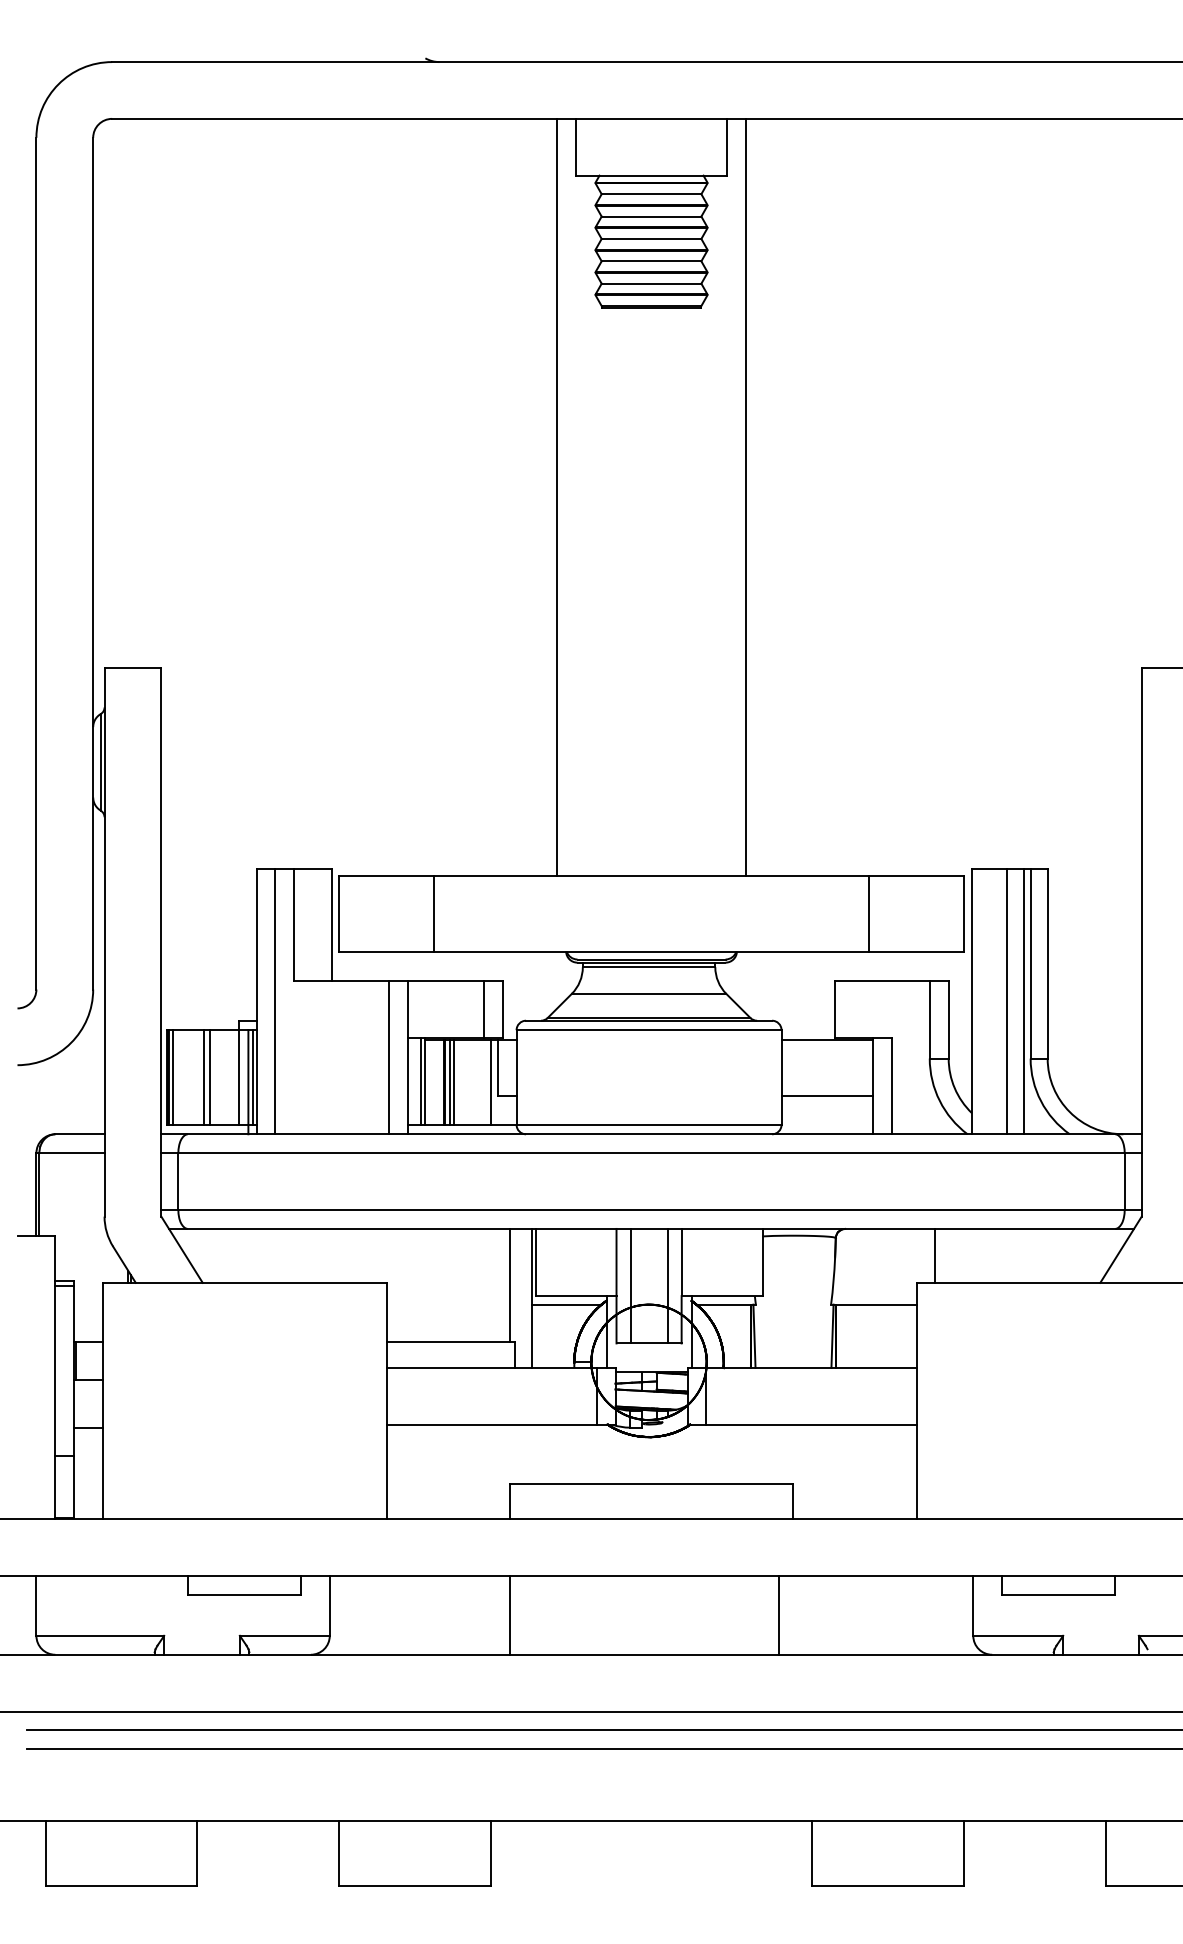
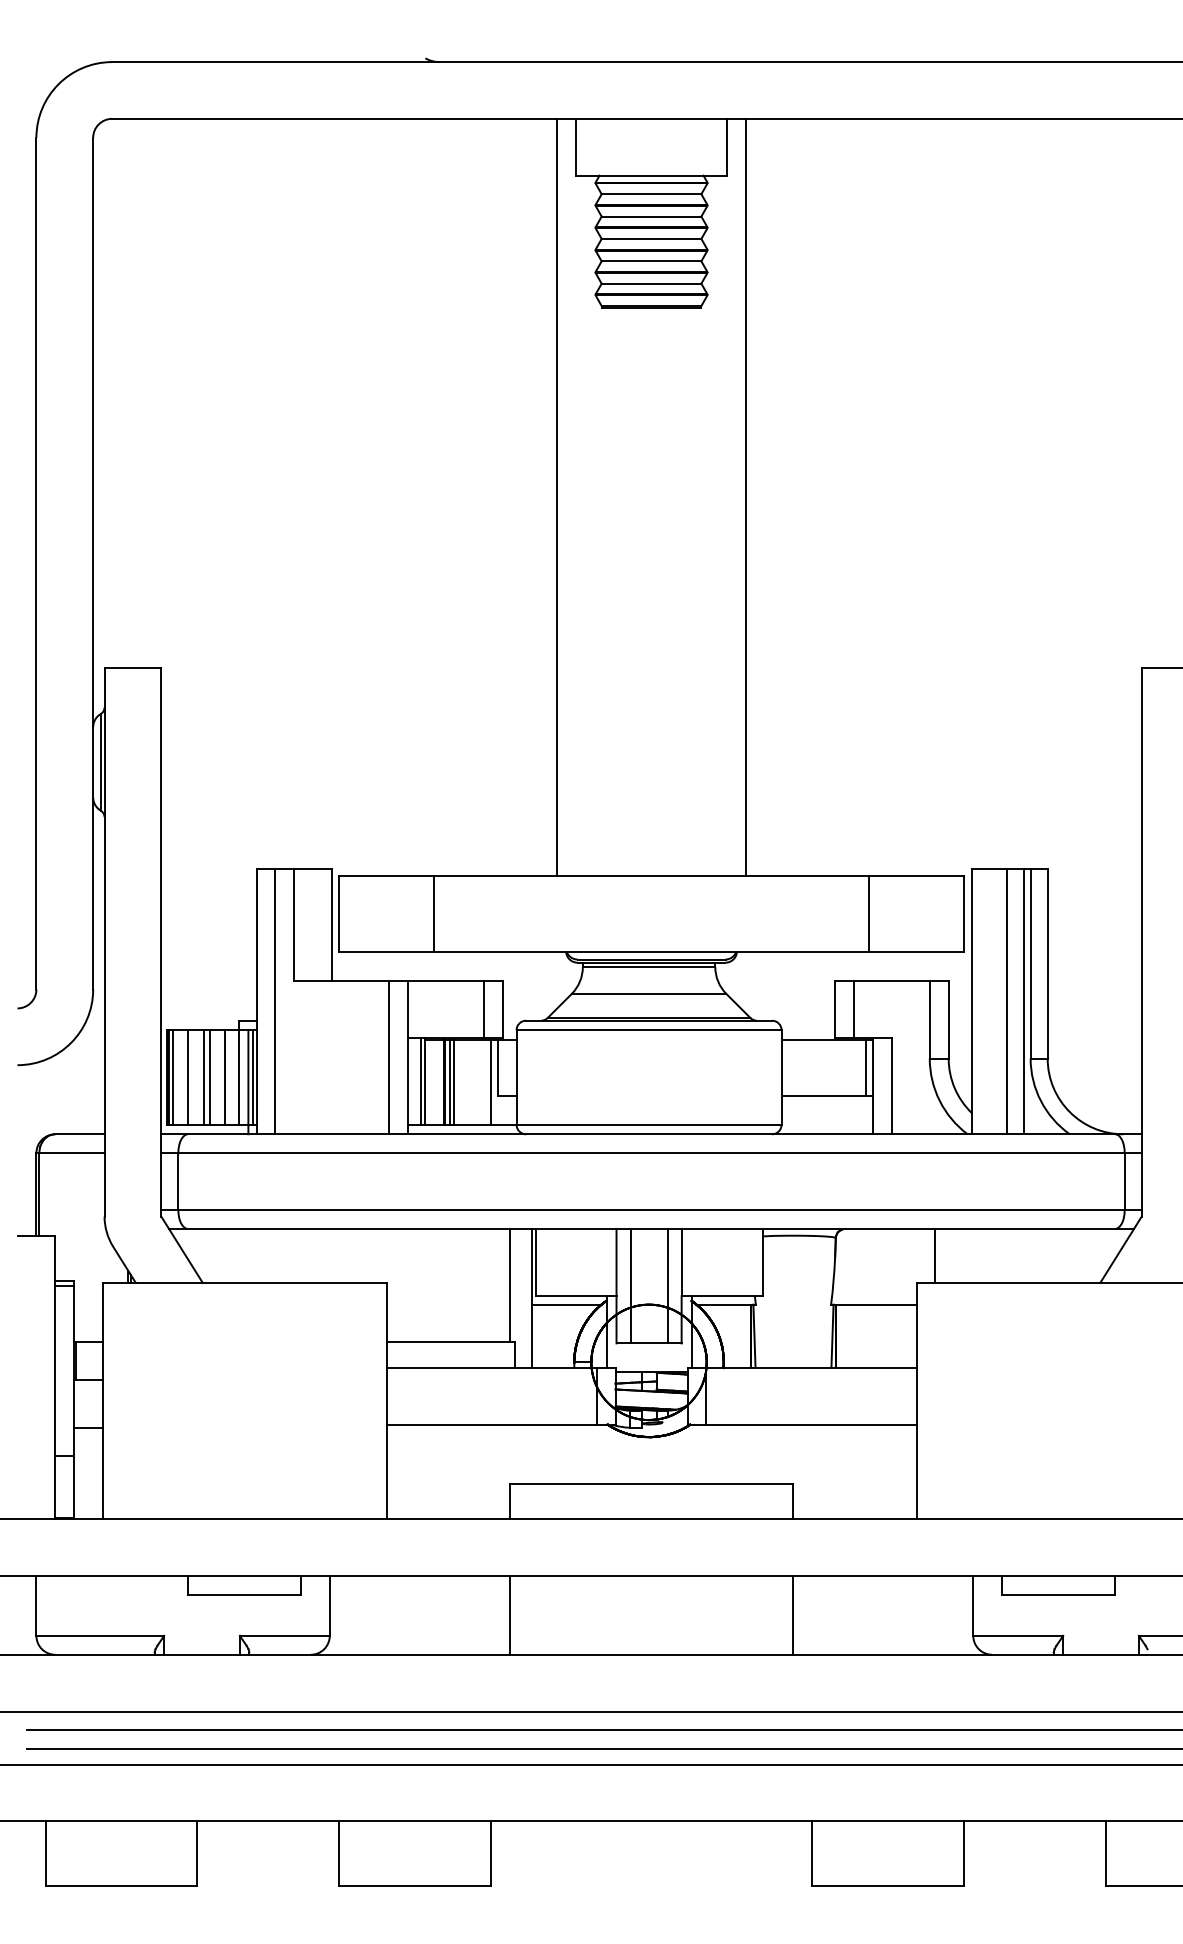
line at (854, 1008): none -> present
line at (865, 1067): none -> present
line at (188, 1077): none -> present
line at (225, 1077): none -> present
line at (779, 1615) position: (779, 1615) -> (793, 1615)
line at (590, 1764): none -> present
